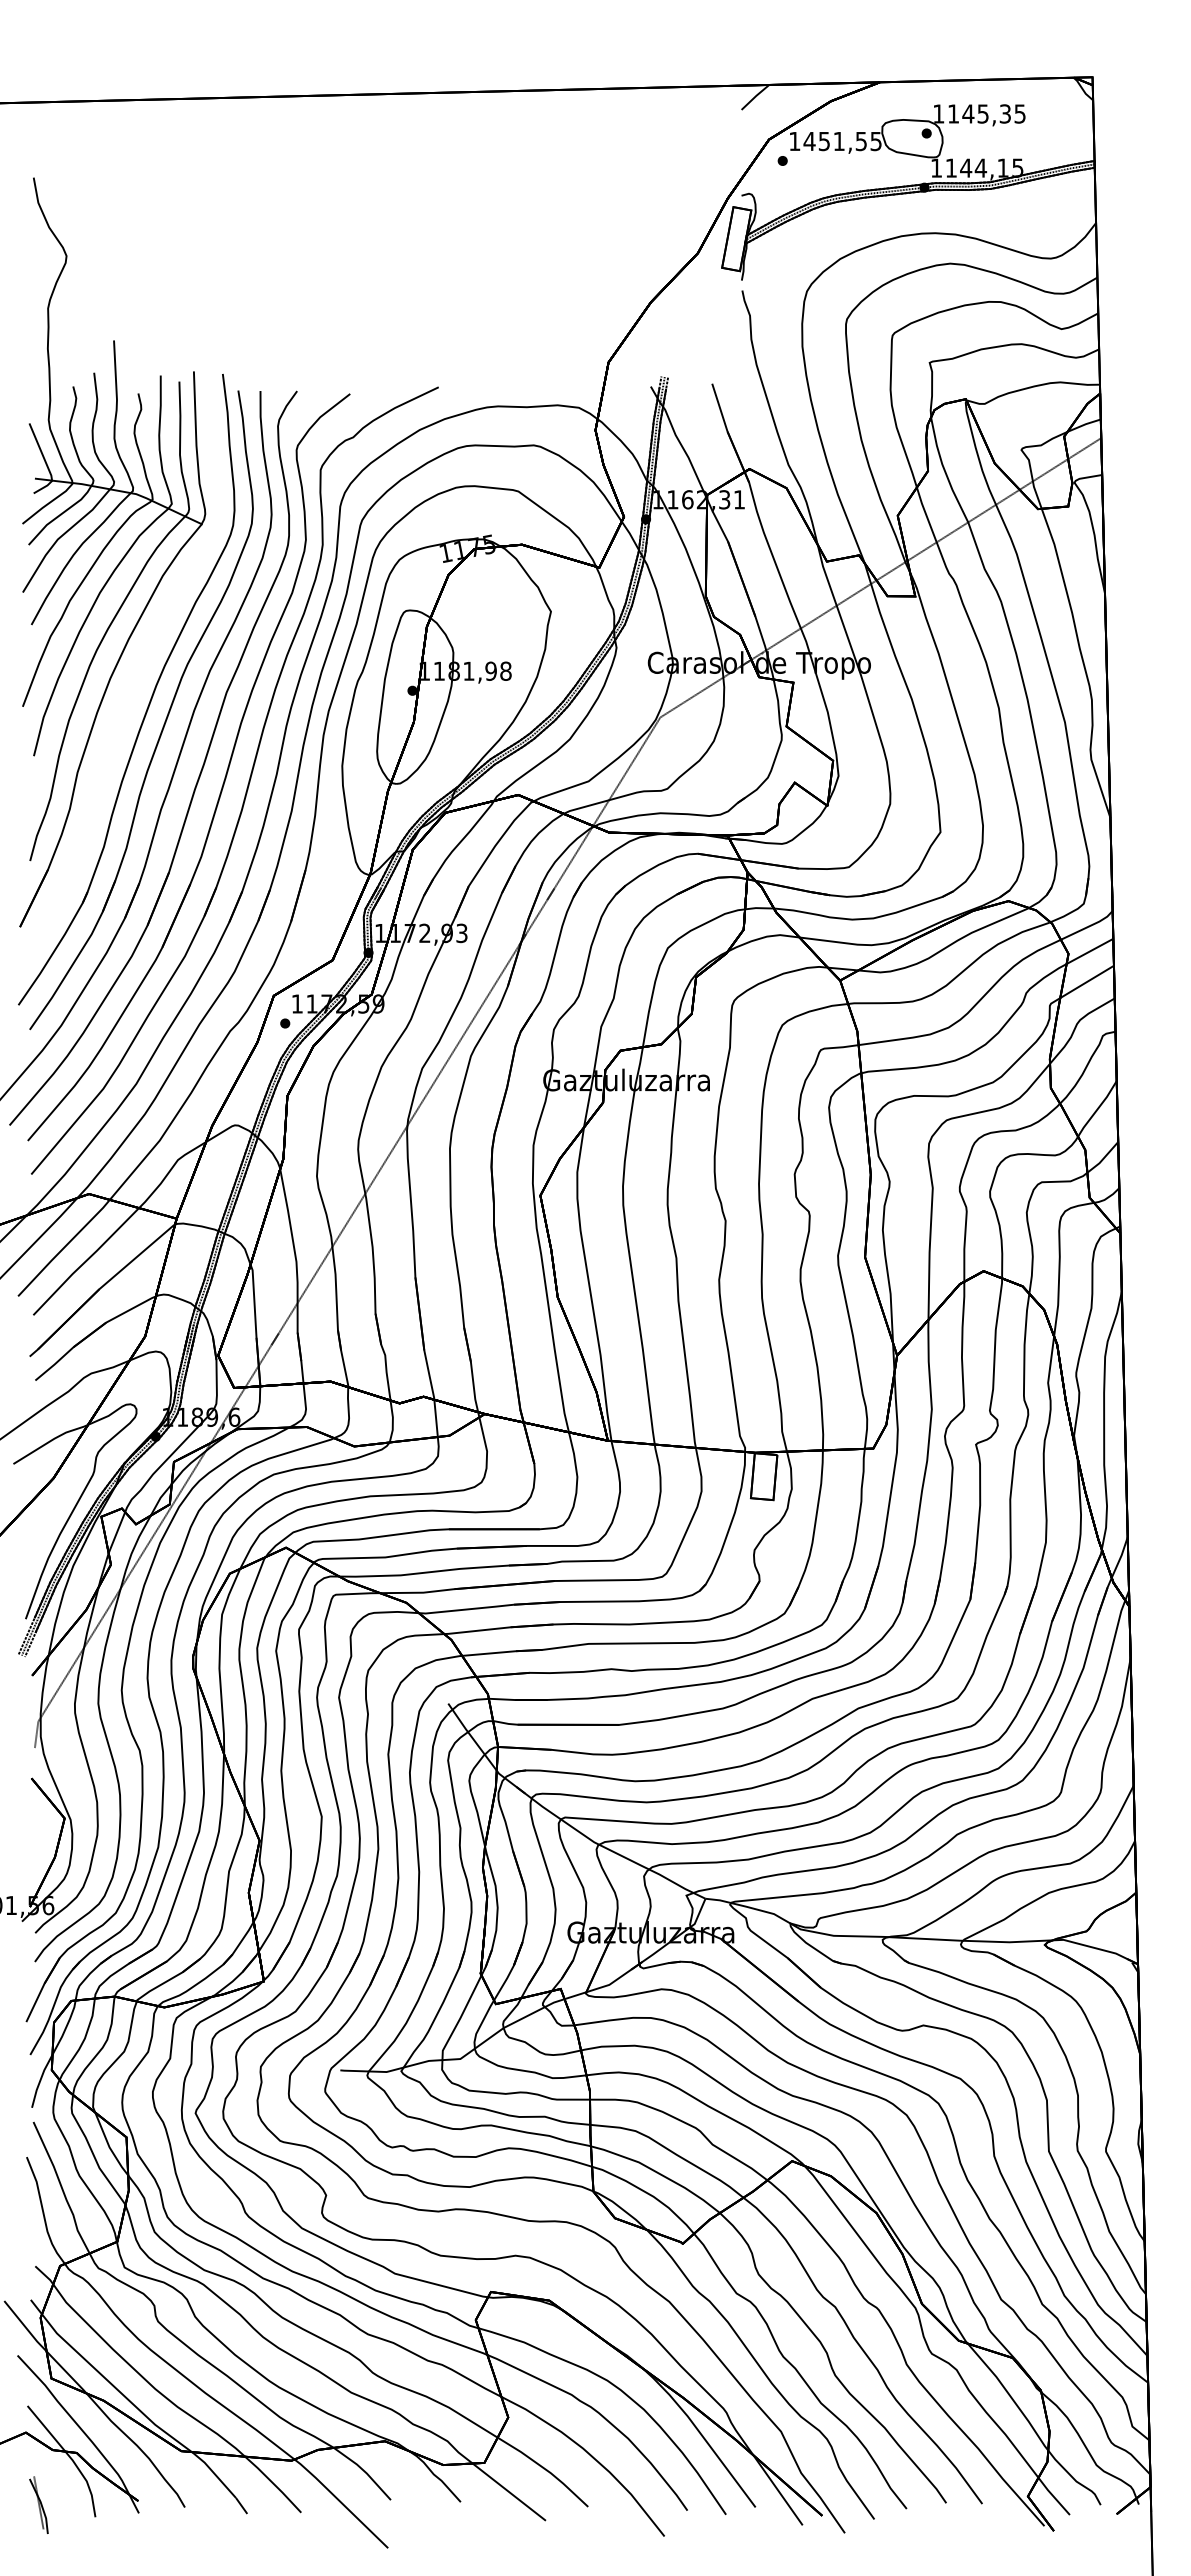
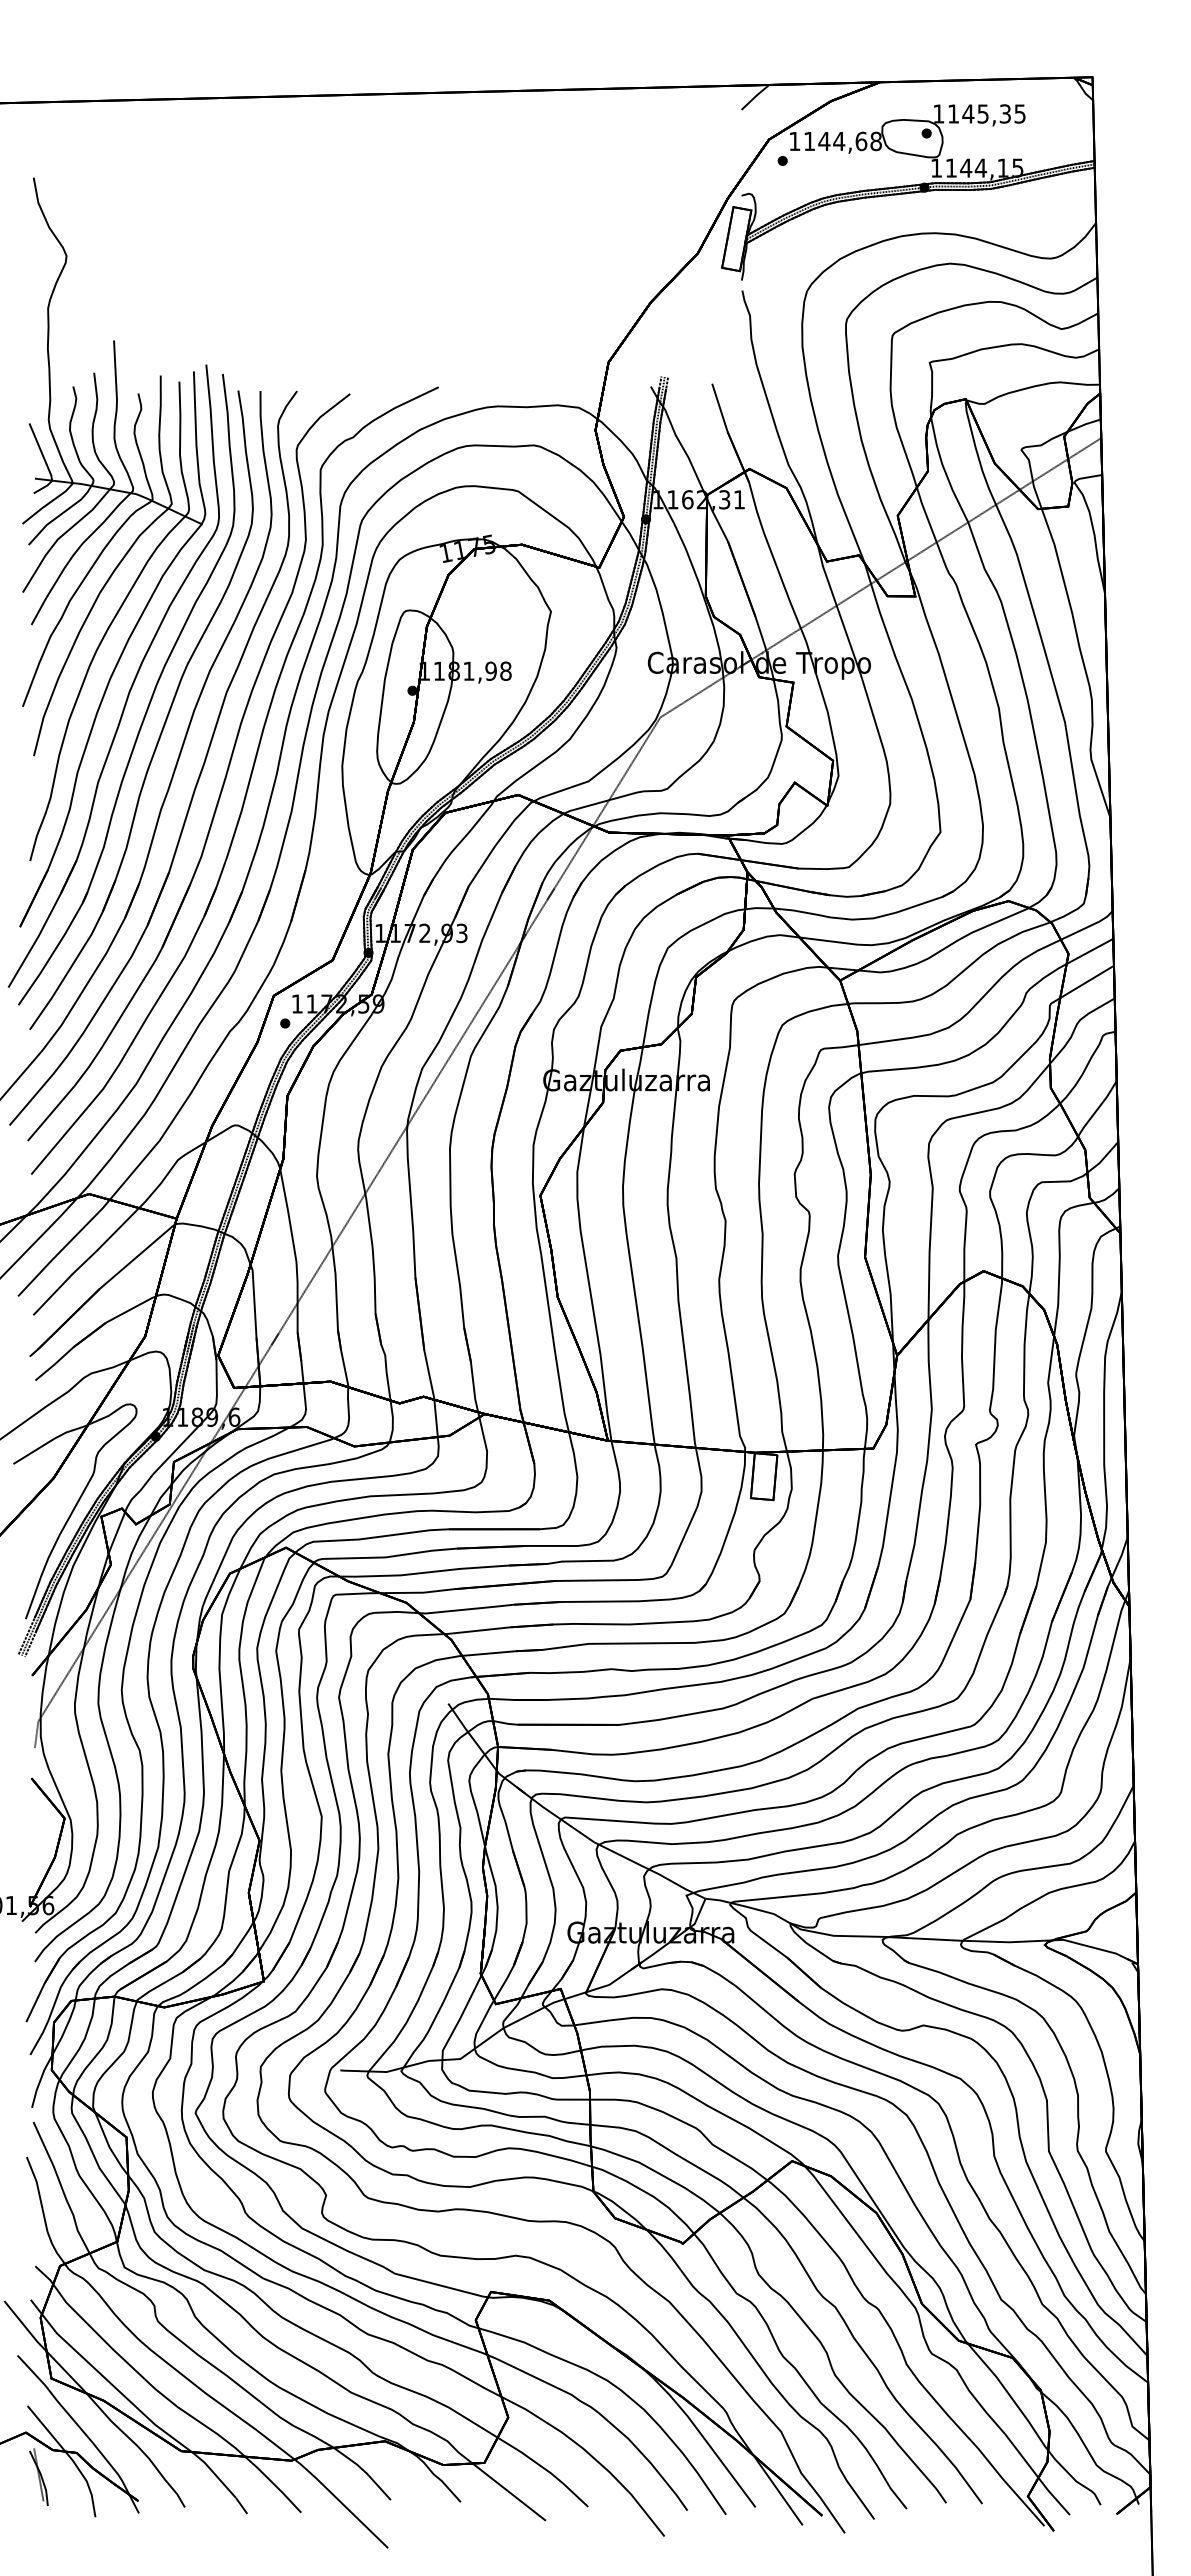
text at (842, 141): 1451,55 -> 1144,68
part at (131, 684): none -> present
part at (38, 2504) position: (38, 2504) -> (38, 2476)
